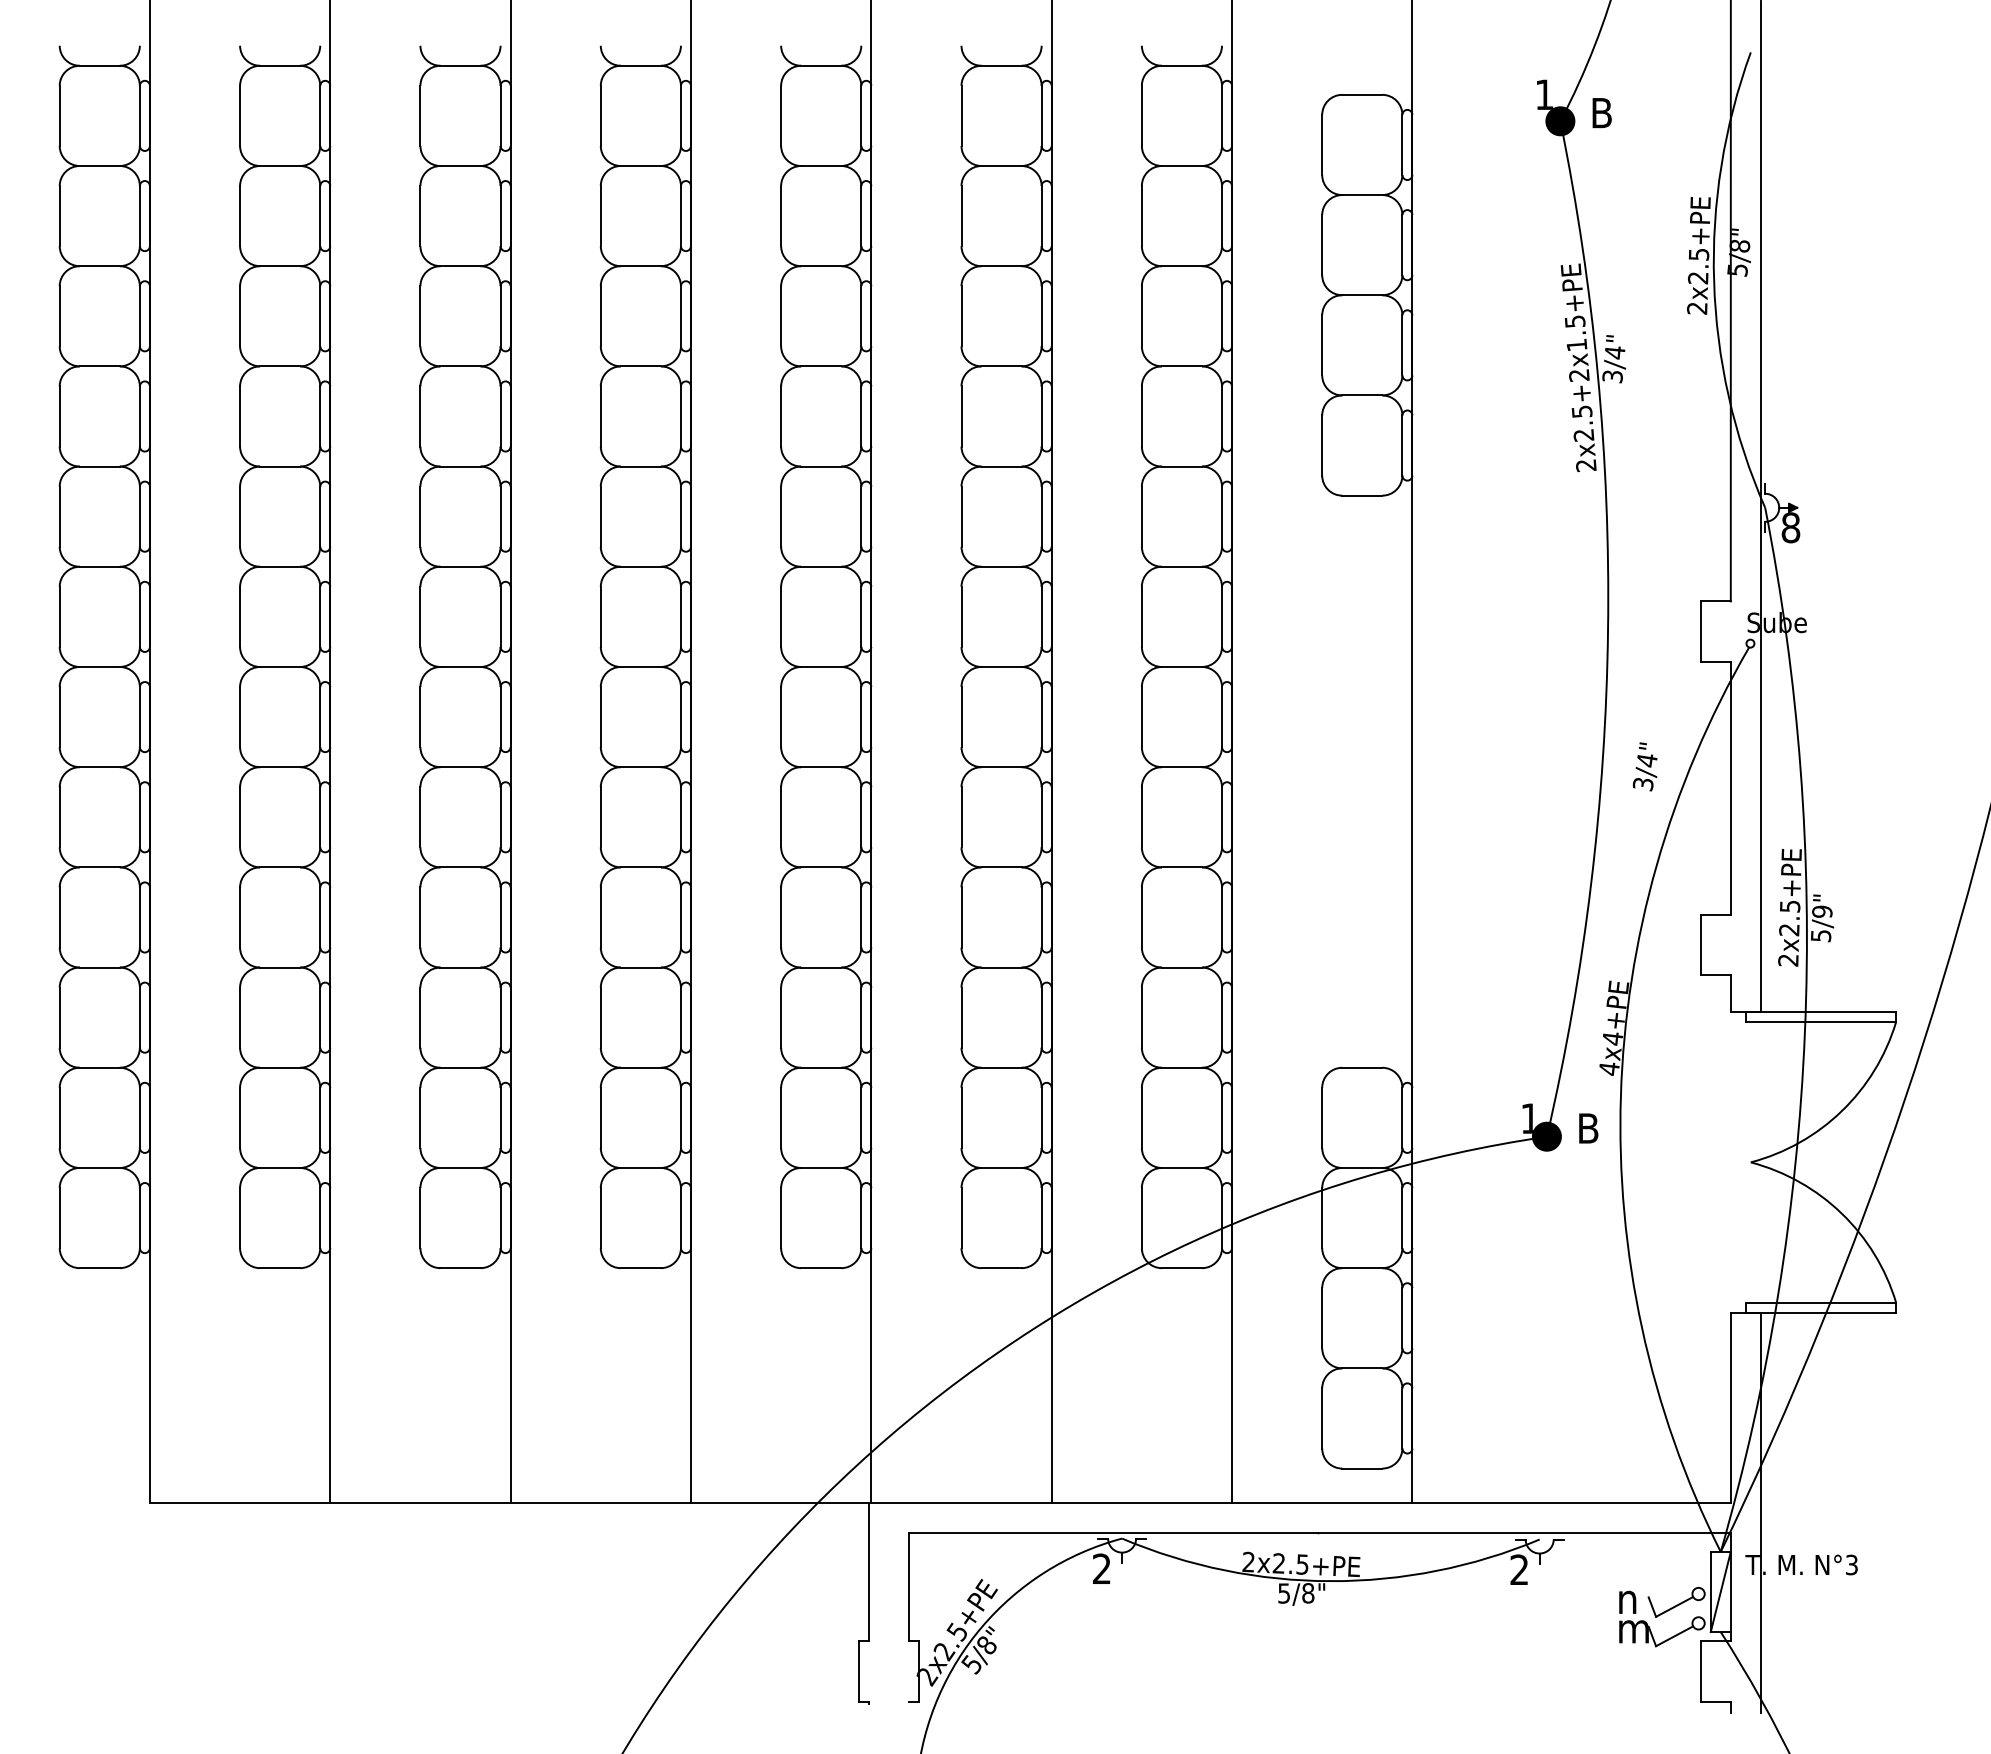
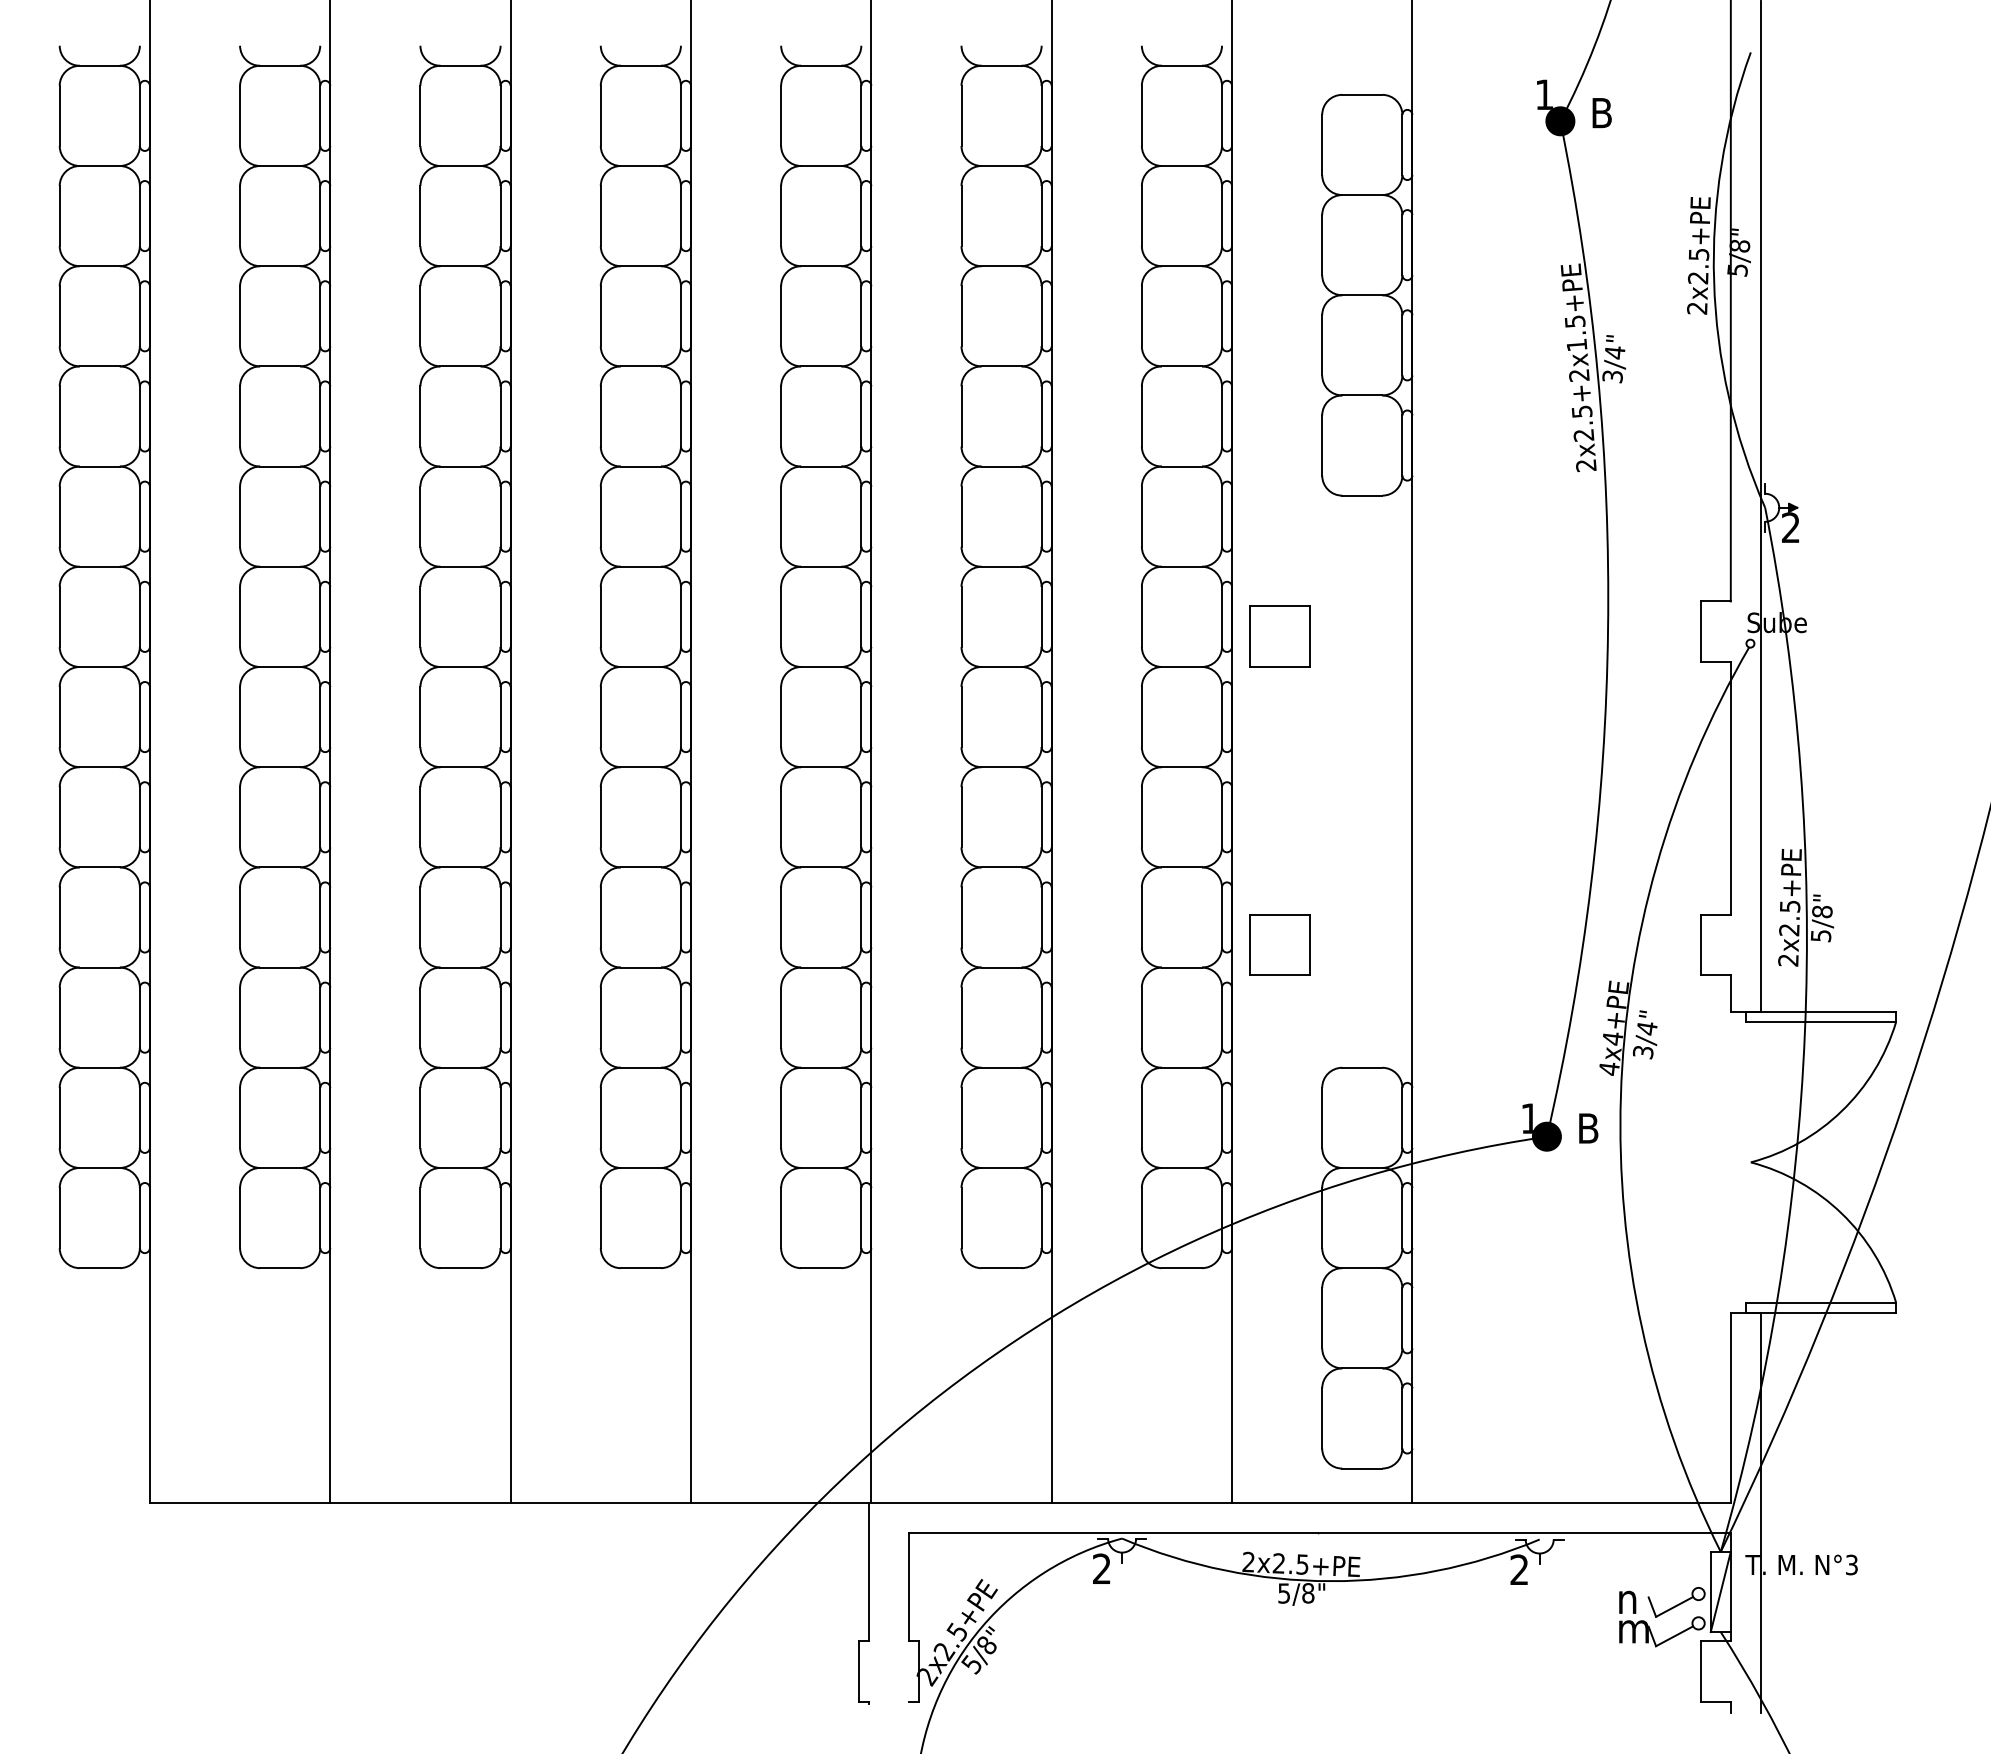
text at (1790, 527): 8 -> 2
part at (1279, 636): none -> present
text at (1645, 766) position: (1645, 766) -> (1645, 1034)
text at (1822, 911): 5/9" -> 5/8"
part at (1279, 944): none -> present
